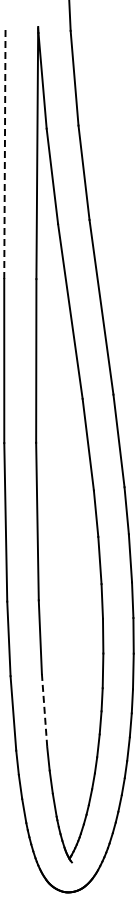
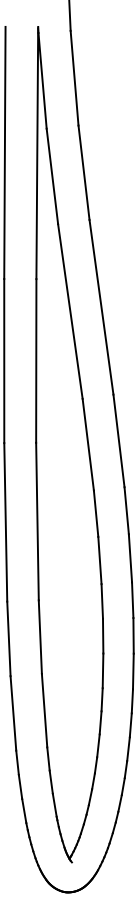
line at (4, 152): dashed -> solid
line at (44, 710): dashed -> solid
